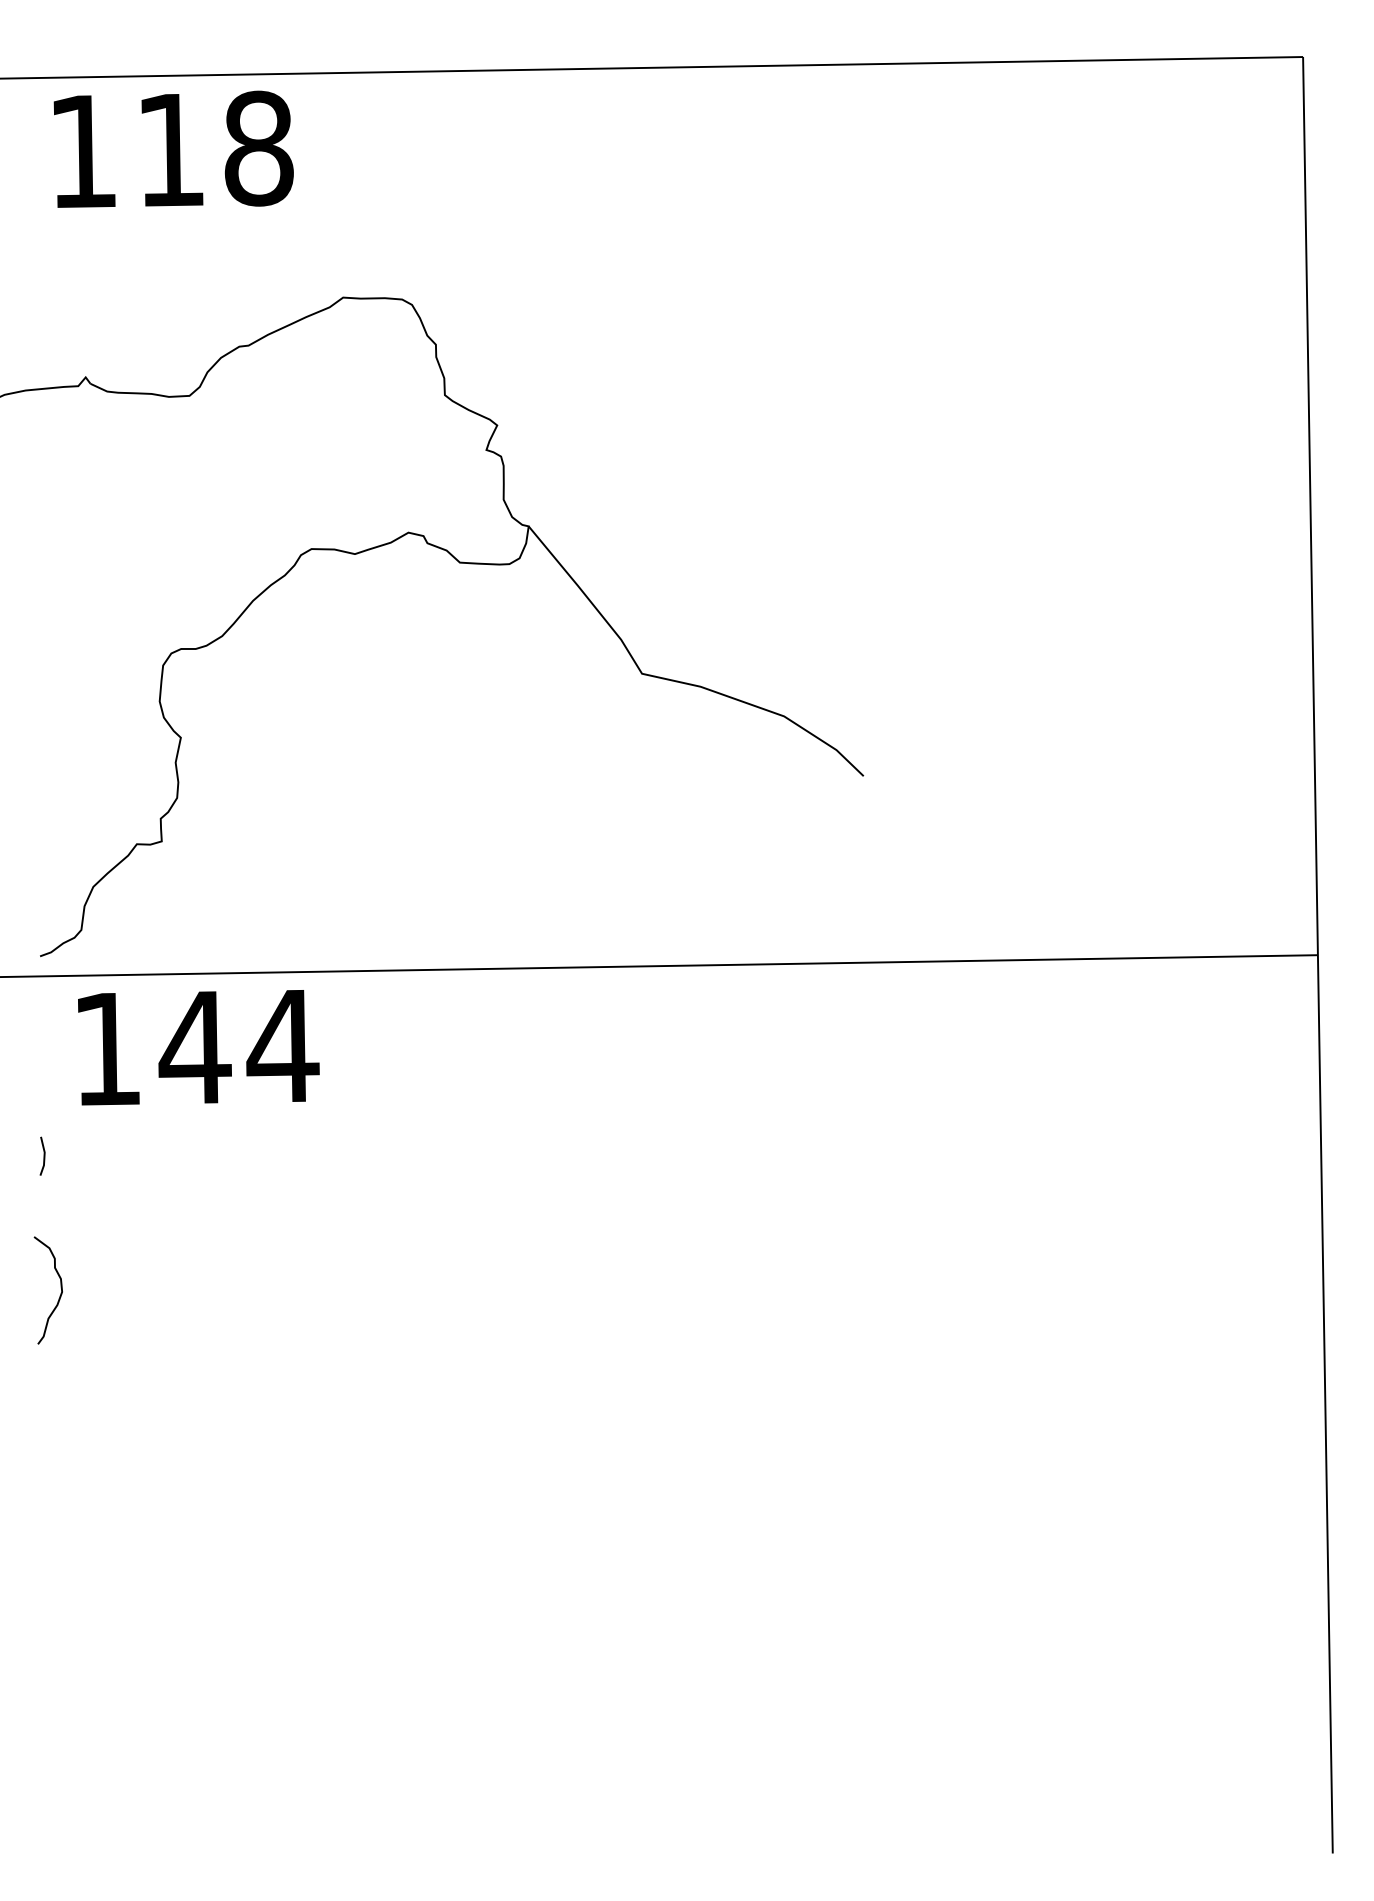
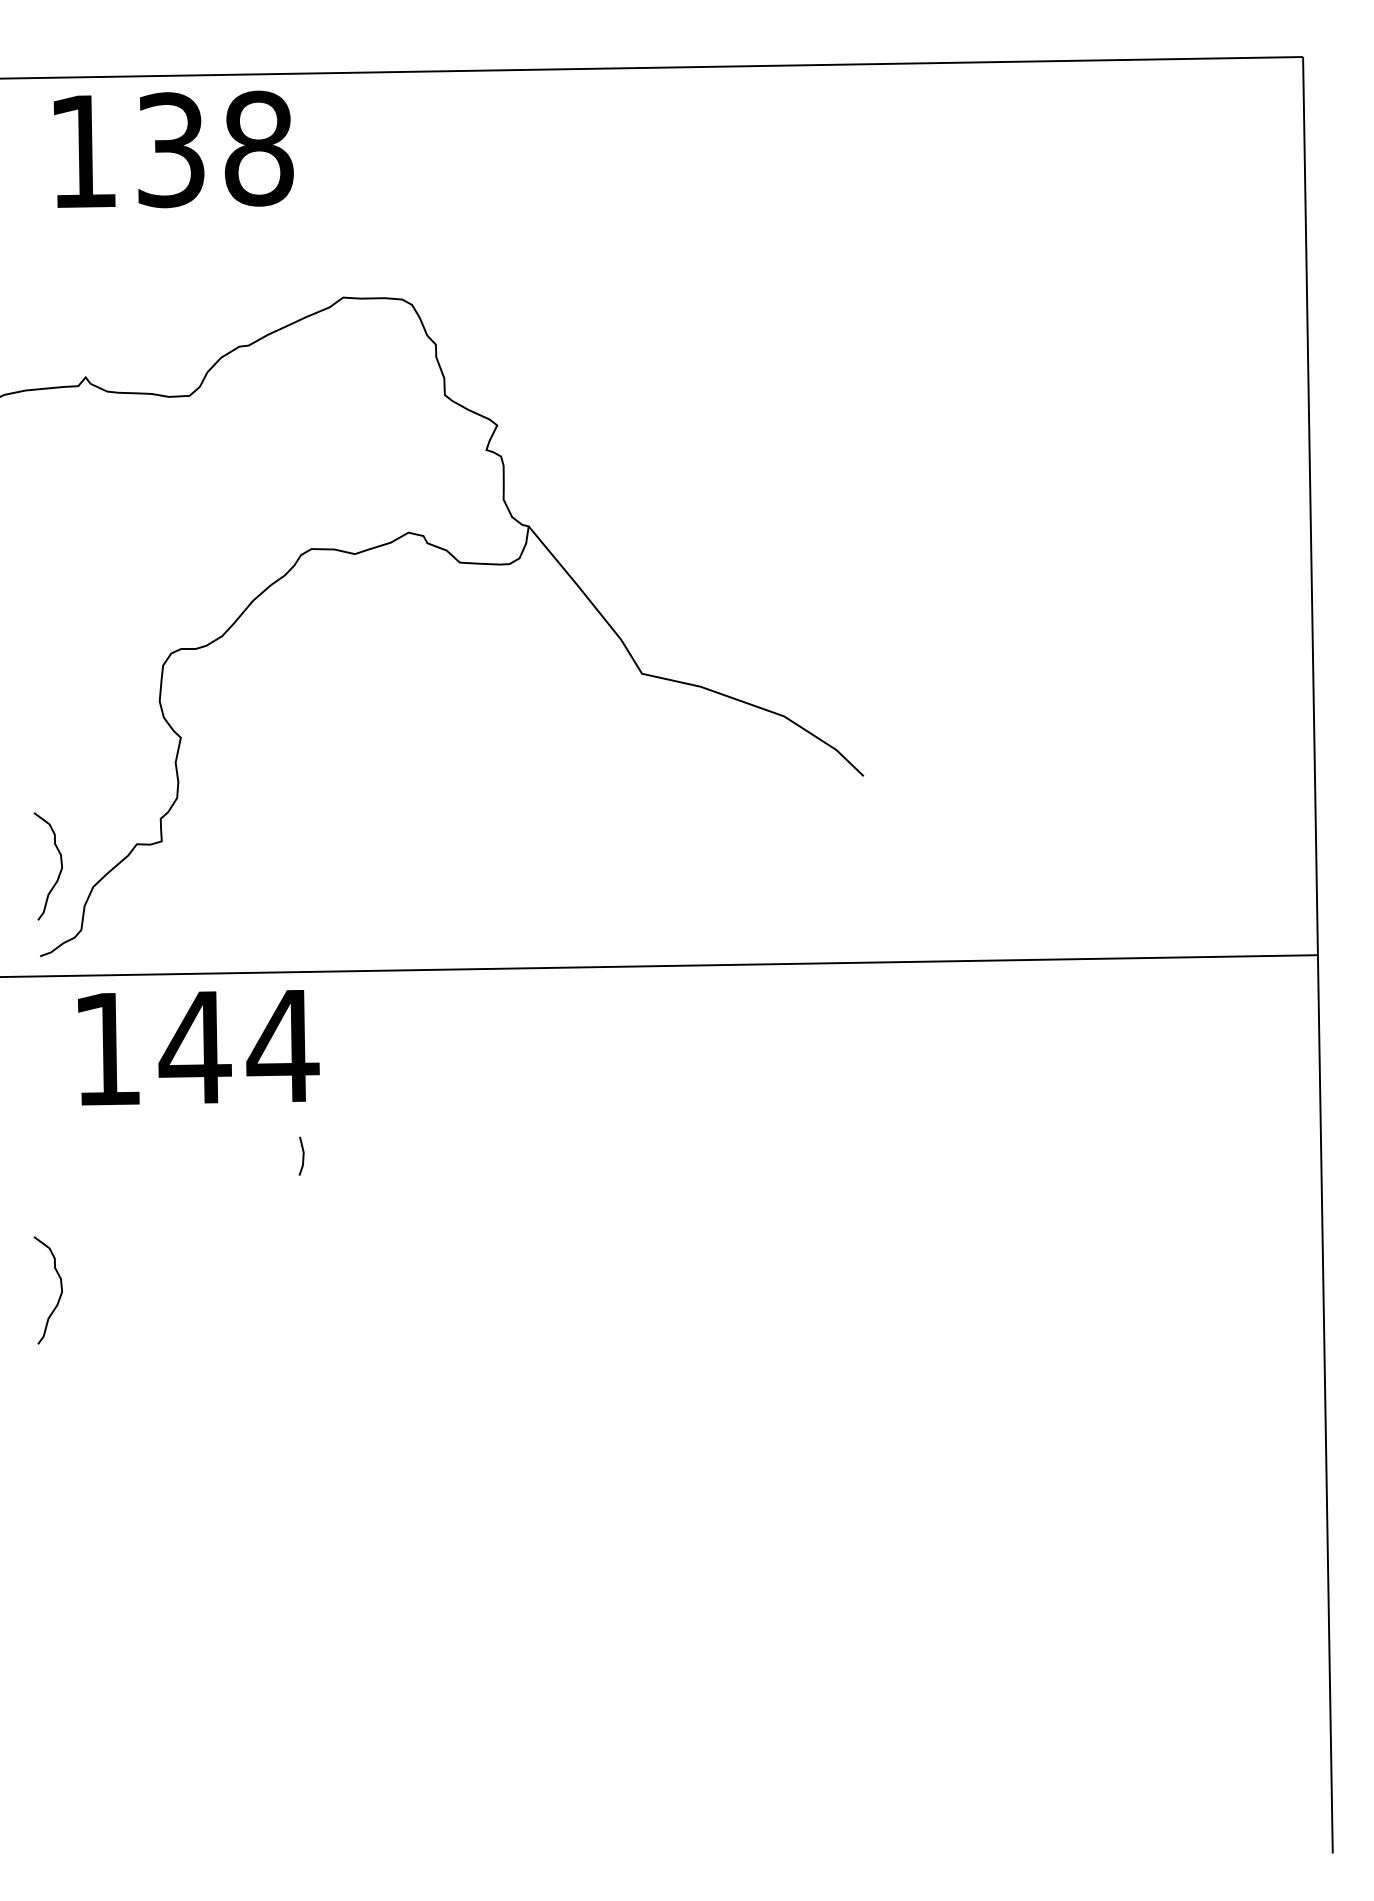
text at (171, 150): 118 -> 138
curve at (59, 871): none -> present
line at (43, 1155) position: (43, 1155) -> (302, 1155)
